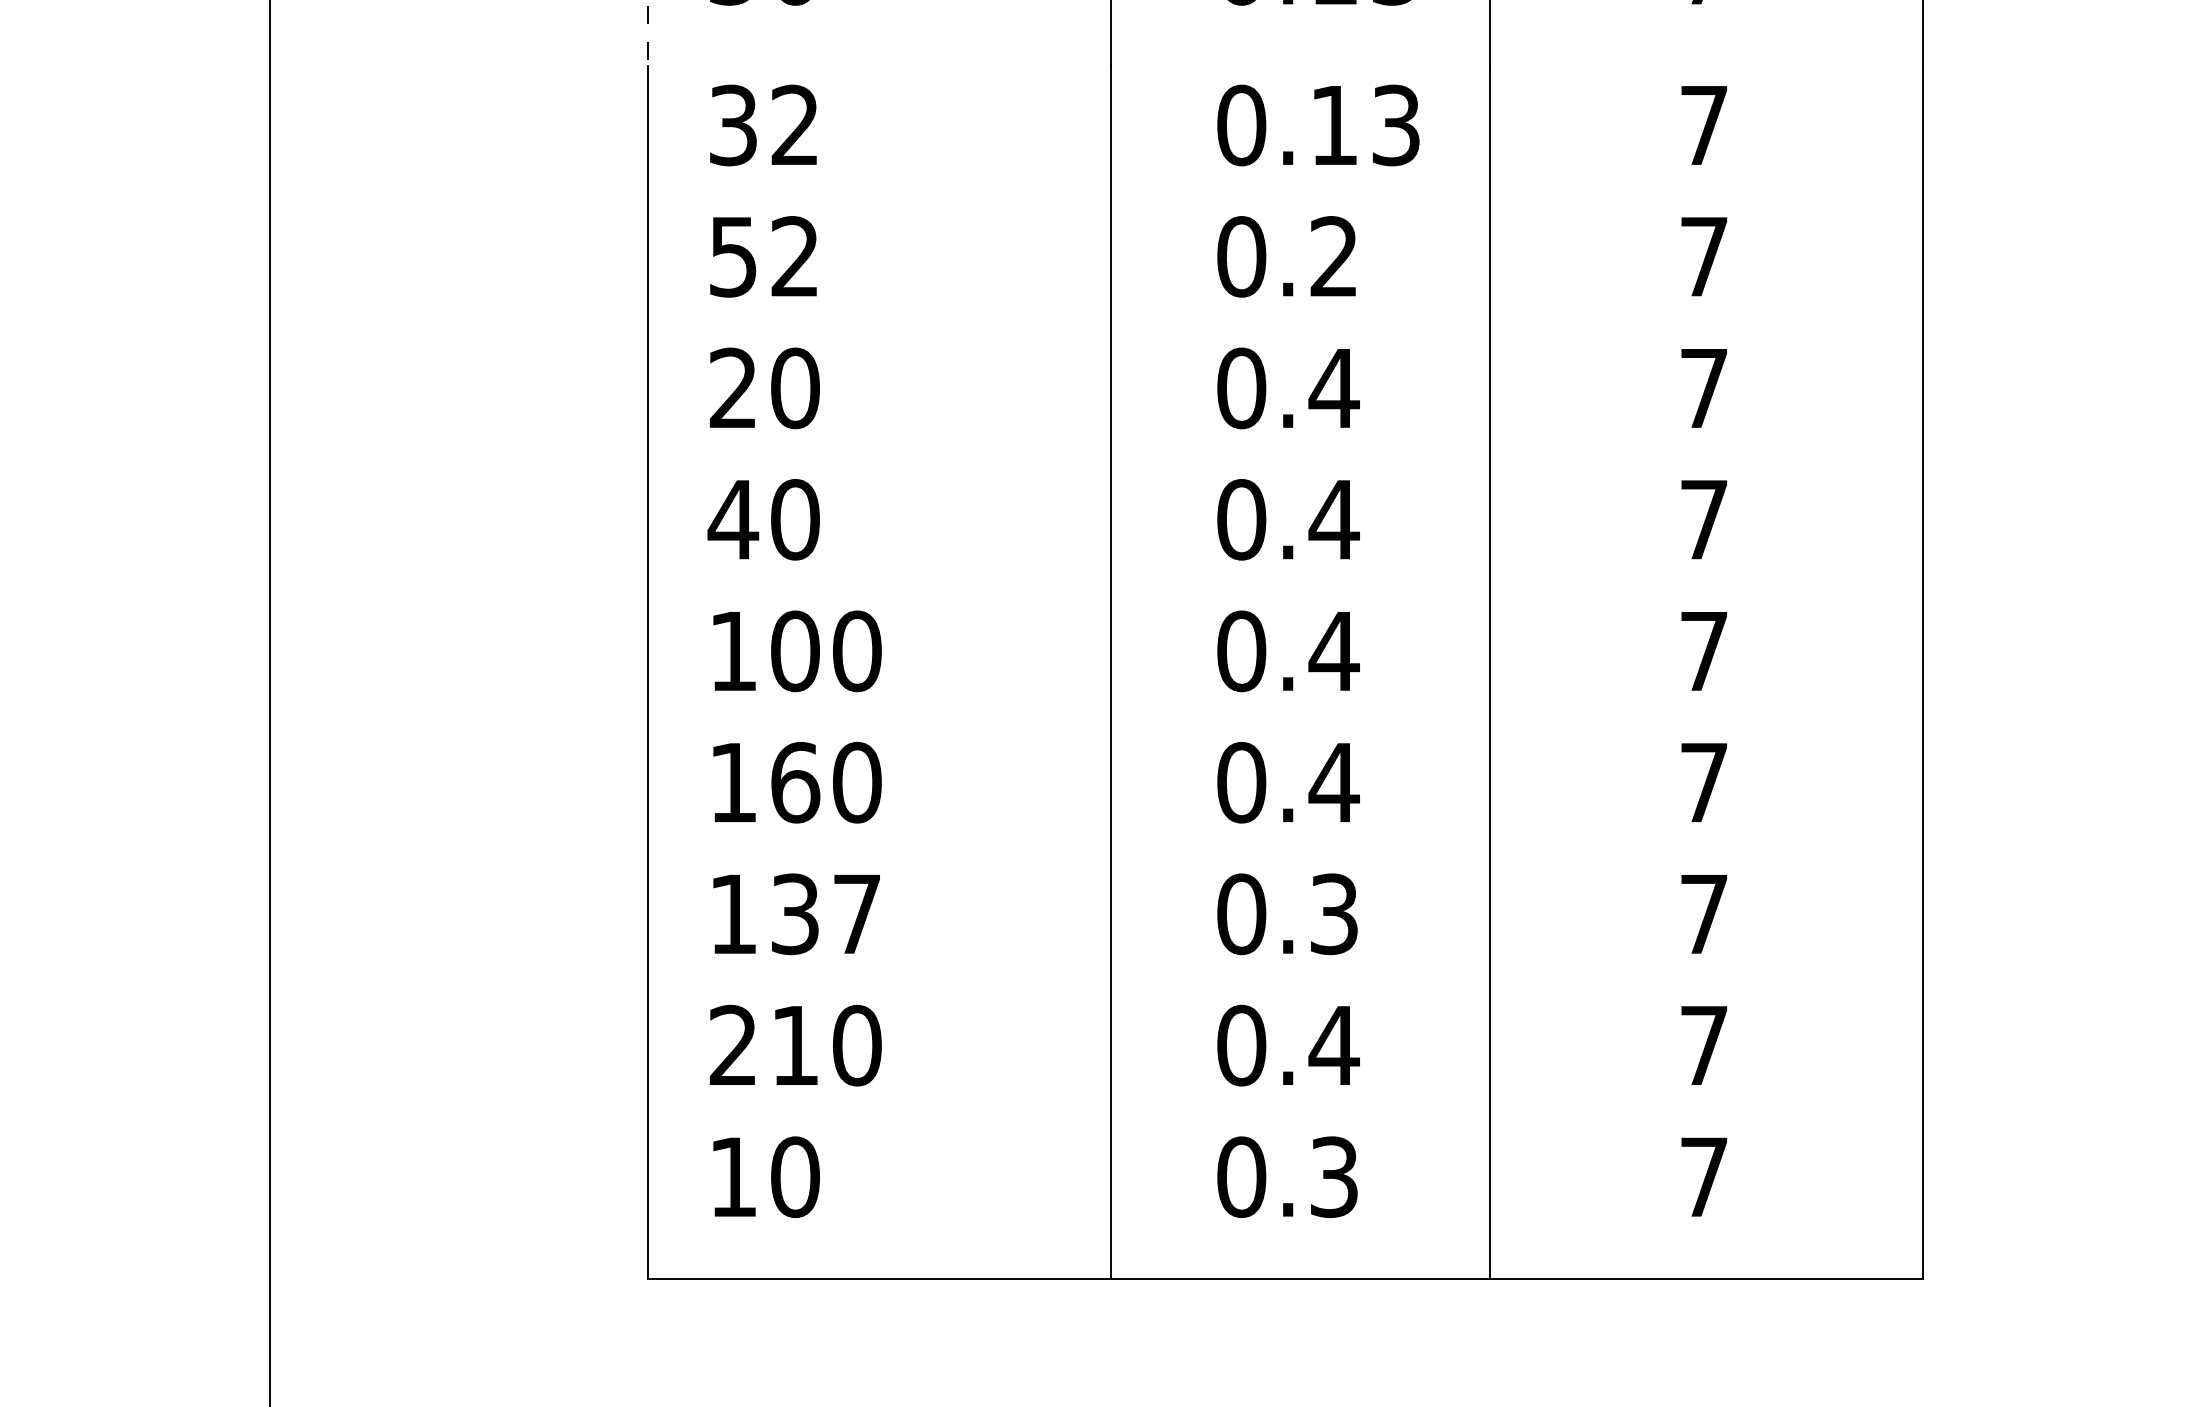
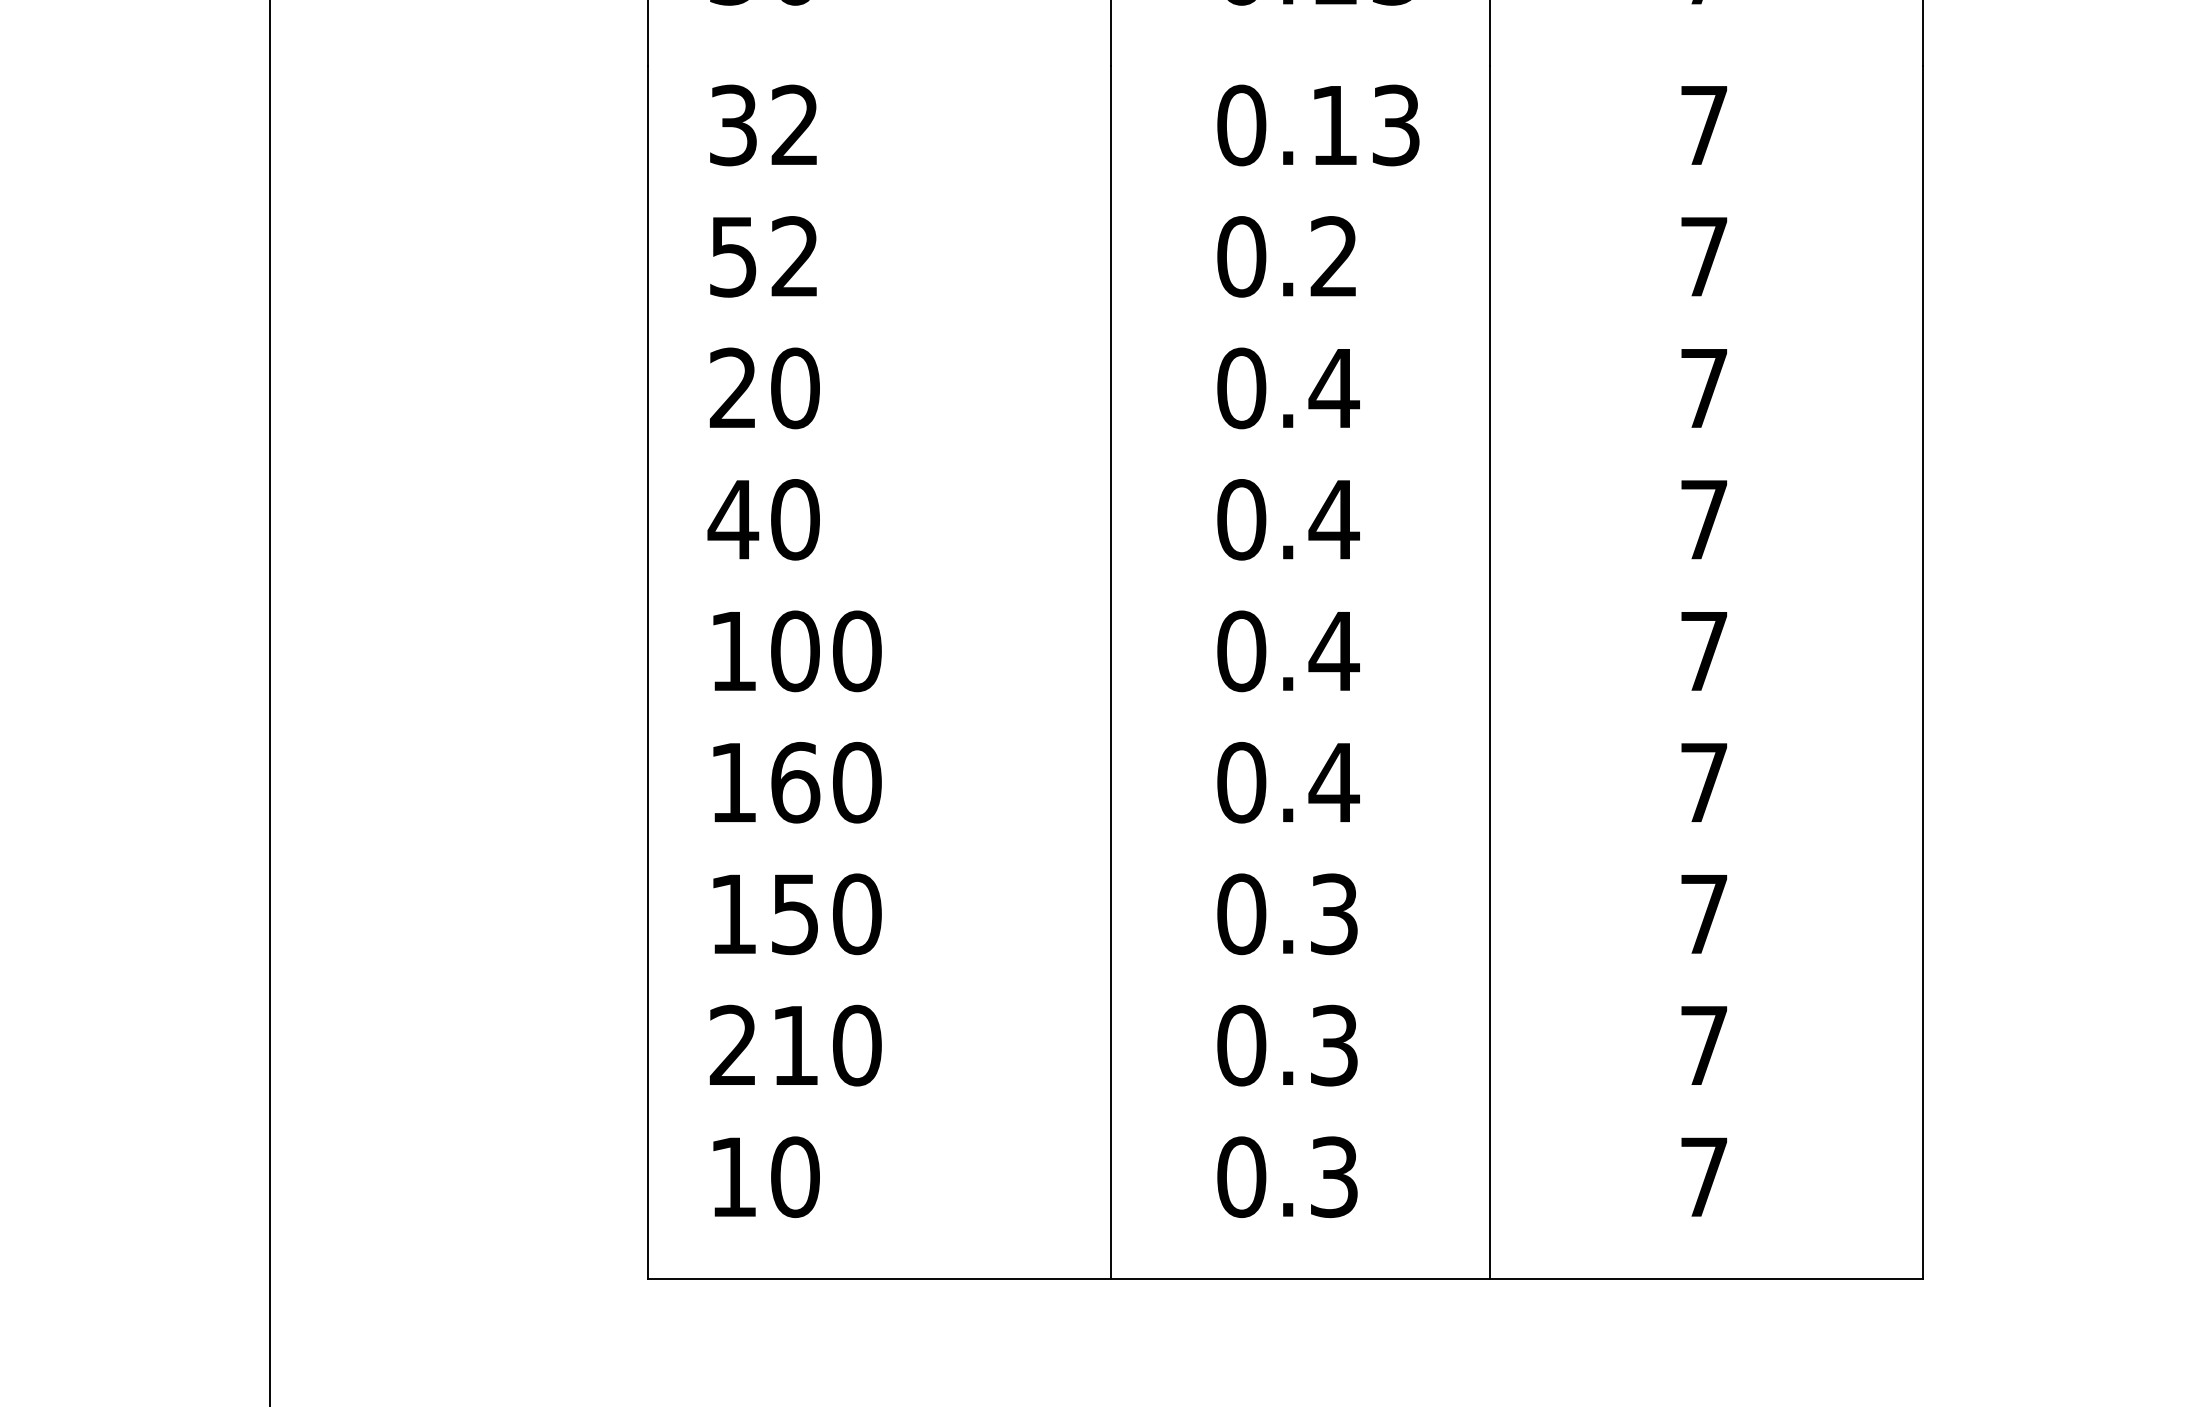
line at (648, 33): dashed -> solid
text at (826, 914): 137 -> 150
text at (1333, 1045): 0.4 -> 0.3
